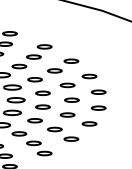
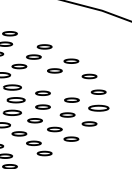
part at (34, 79): present -> none
part at (67, 85): present -> none
part at (98, 107) size: 17x6 px -> 22x8 px
